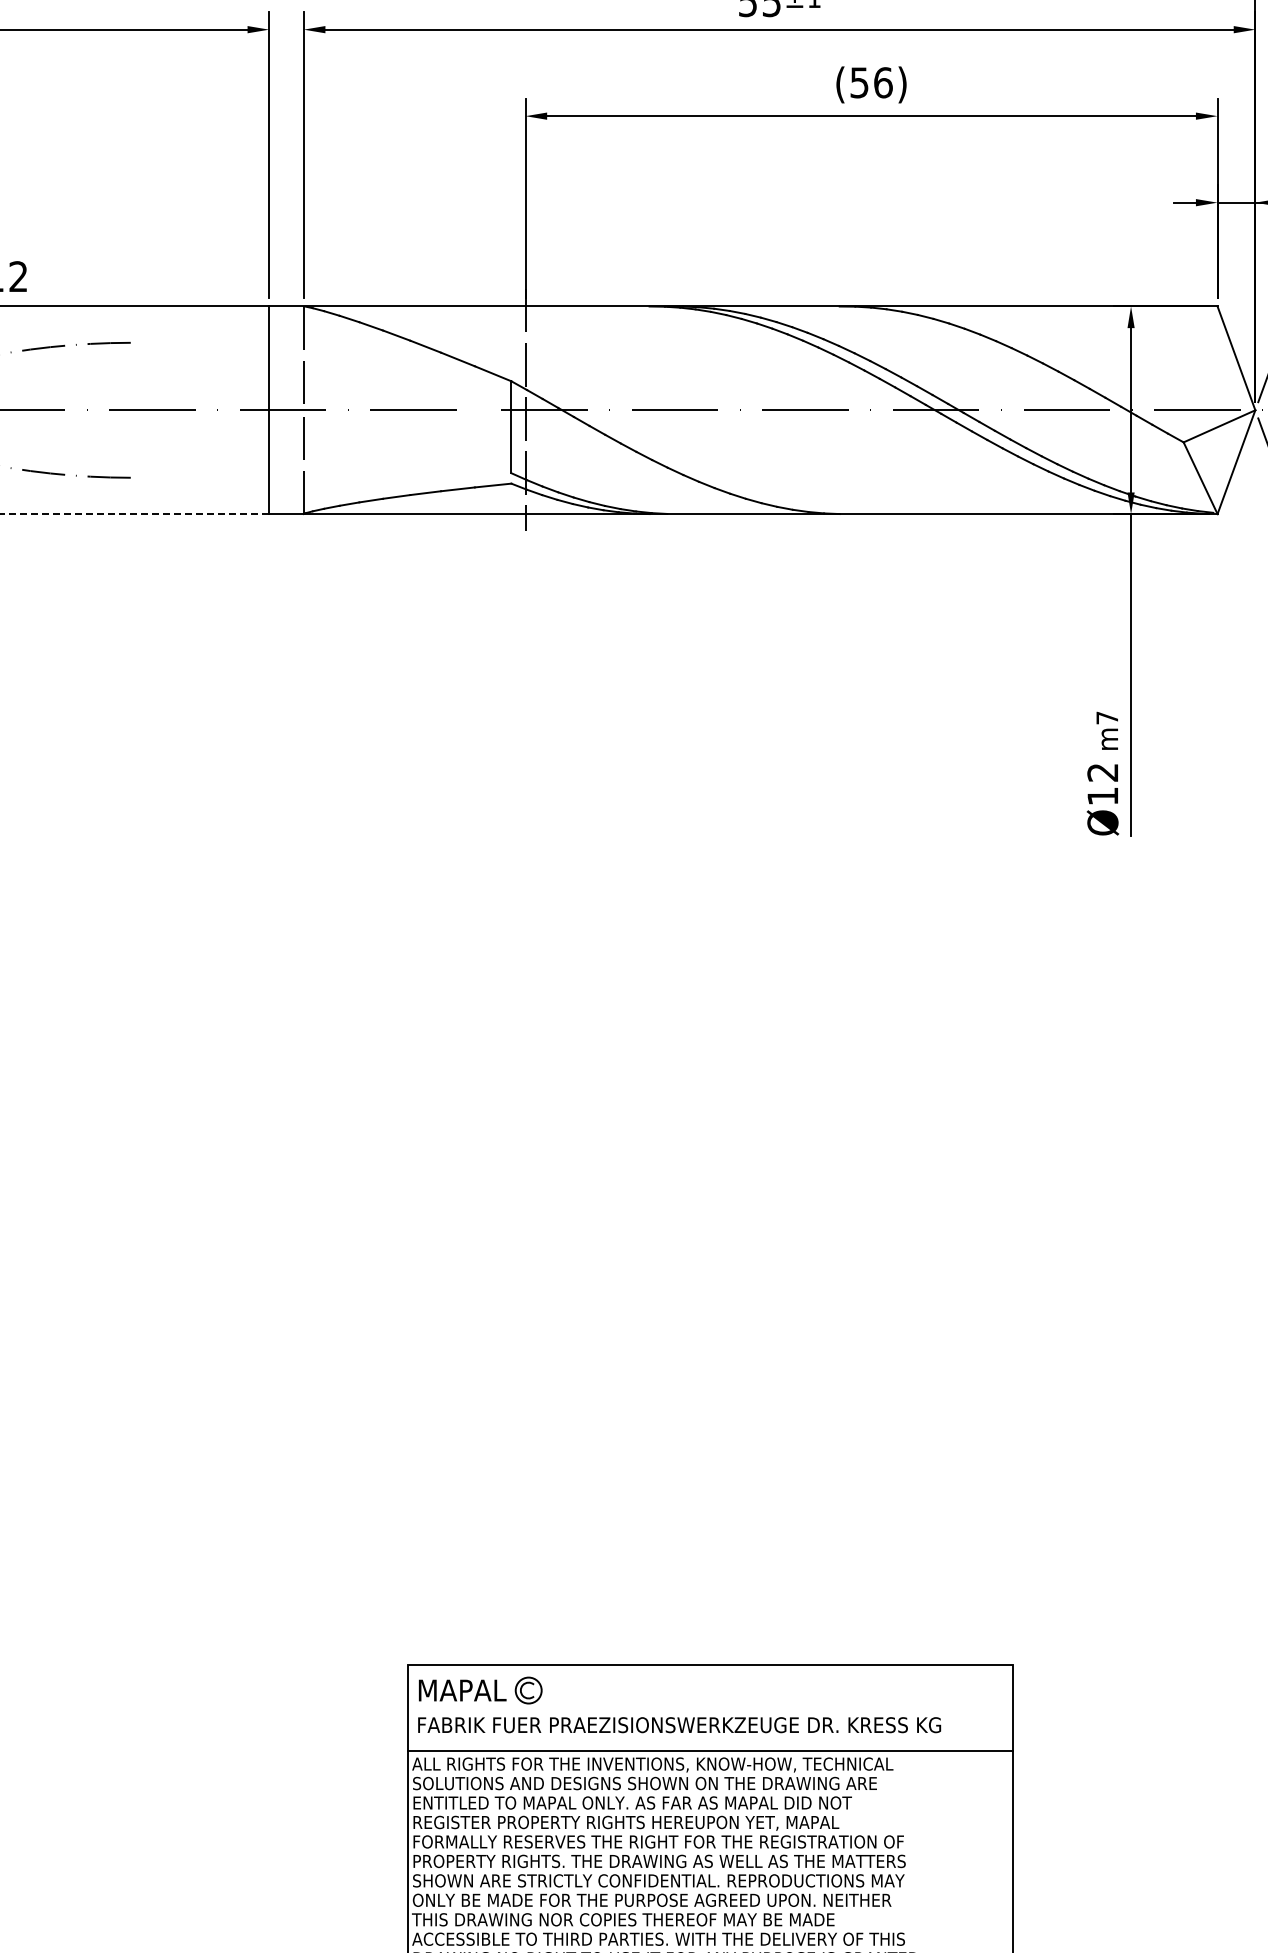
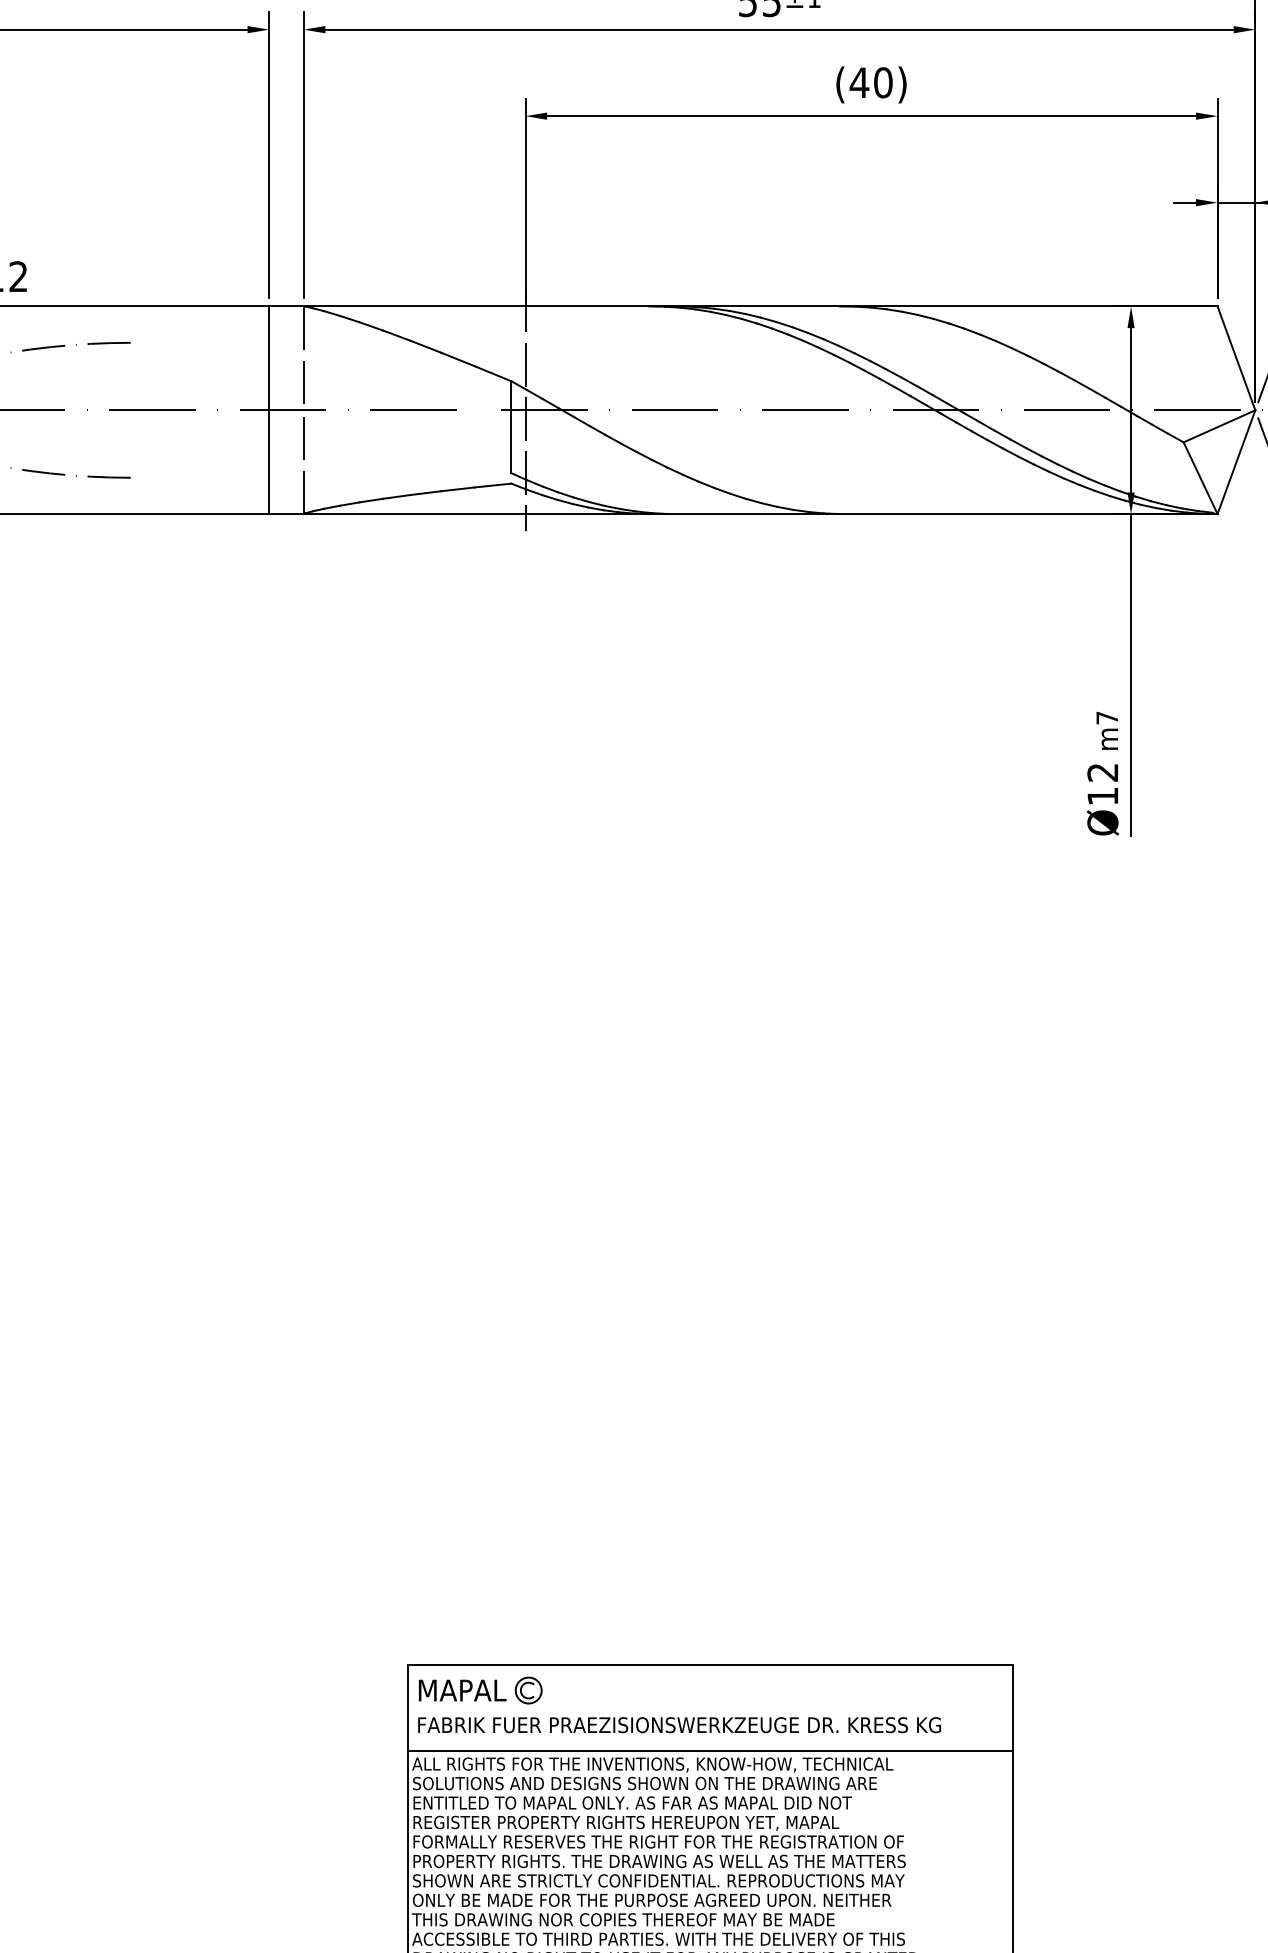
text at (870, 82): (56) -> (40)
line at (135, 514): dashed -> solid
